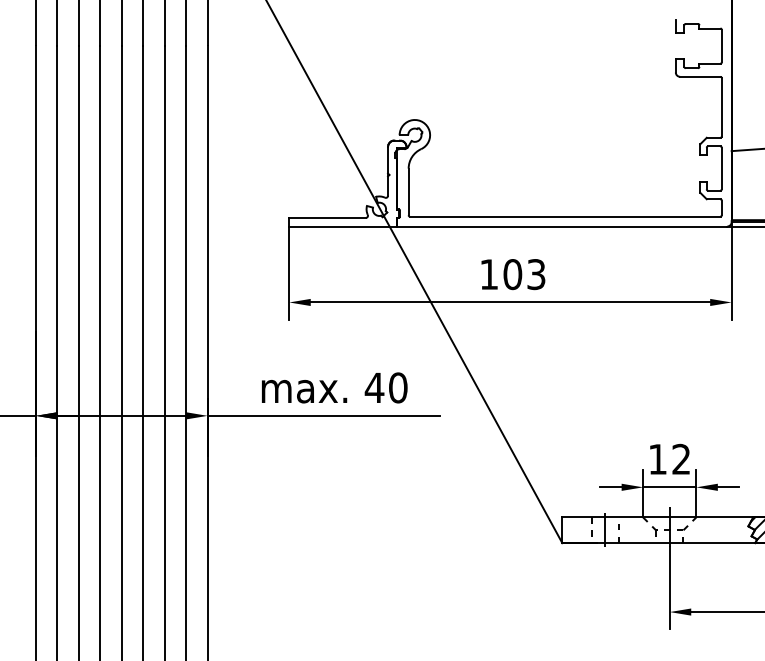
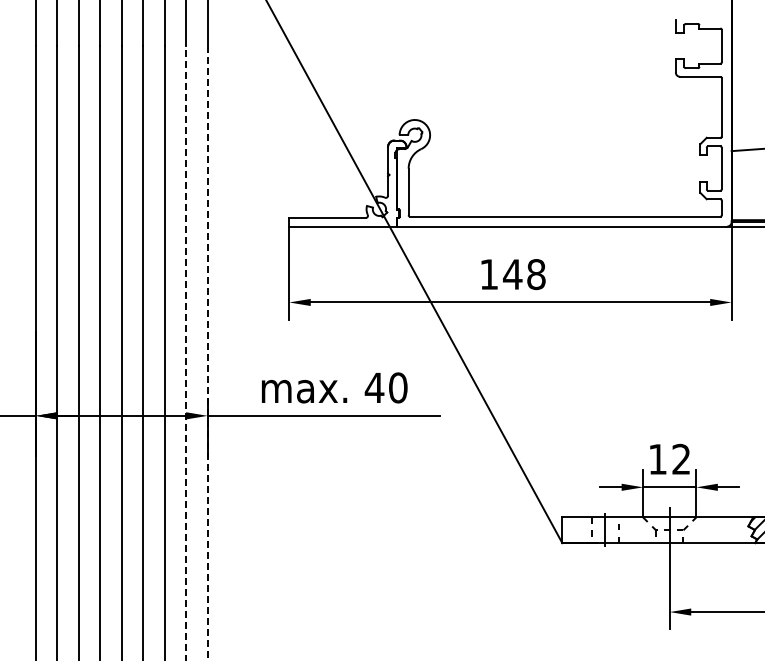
text at (524, 274): 103 -> 148
line at (186, 353): solid -> dashed
line at (207, 354): solid -> dashed
